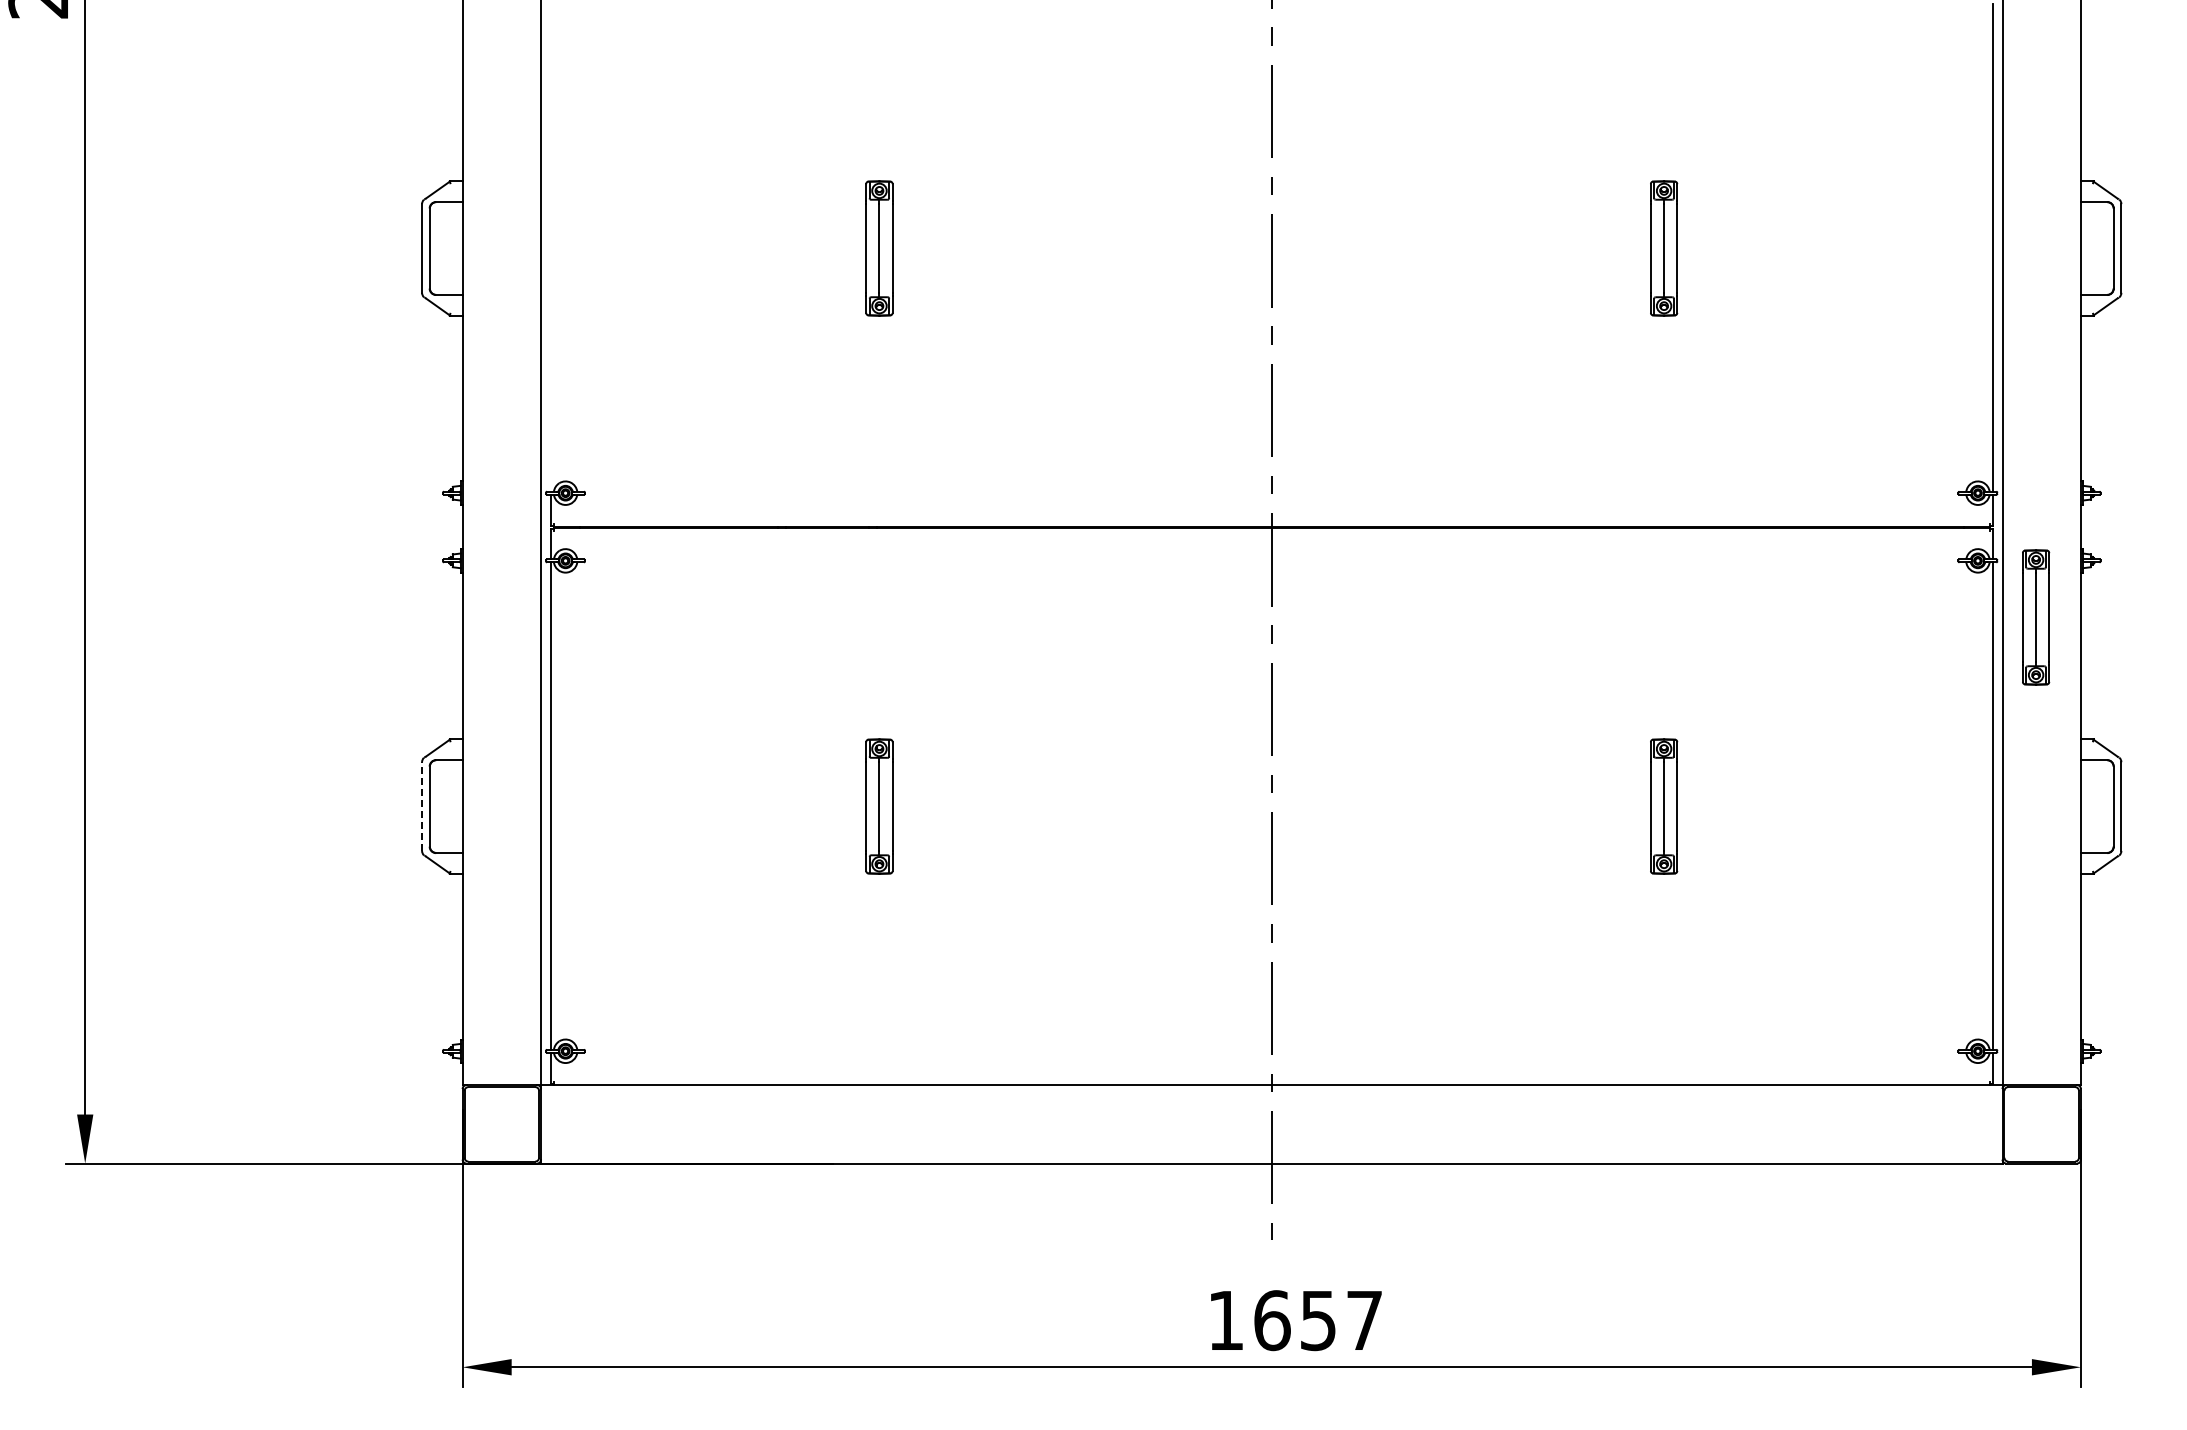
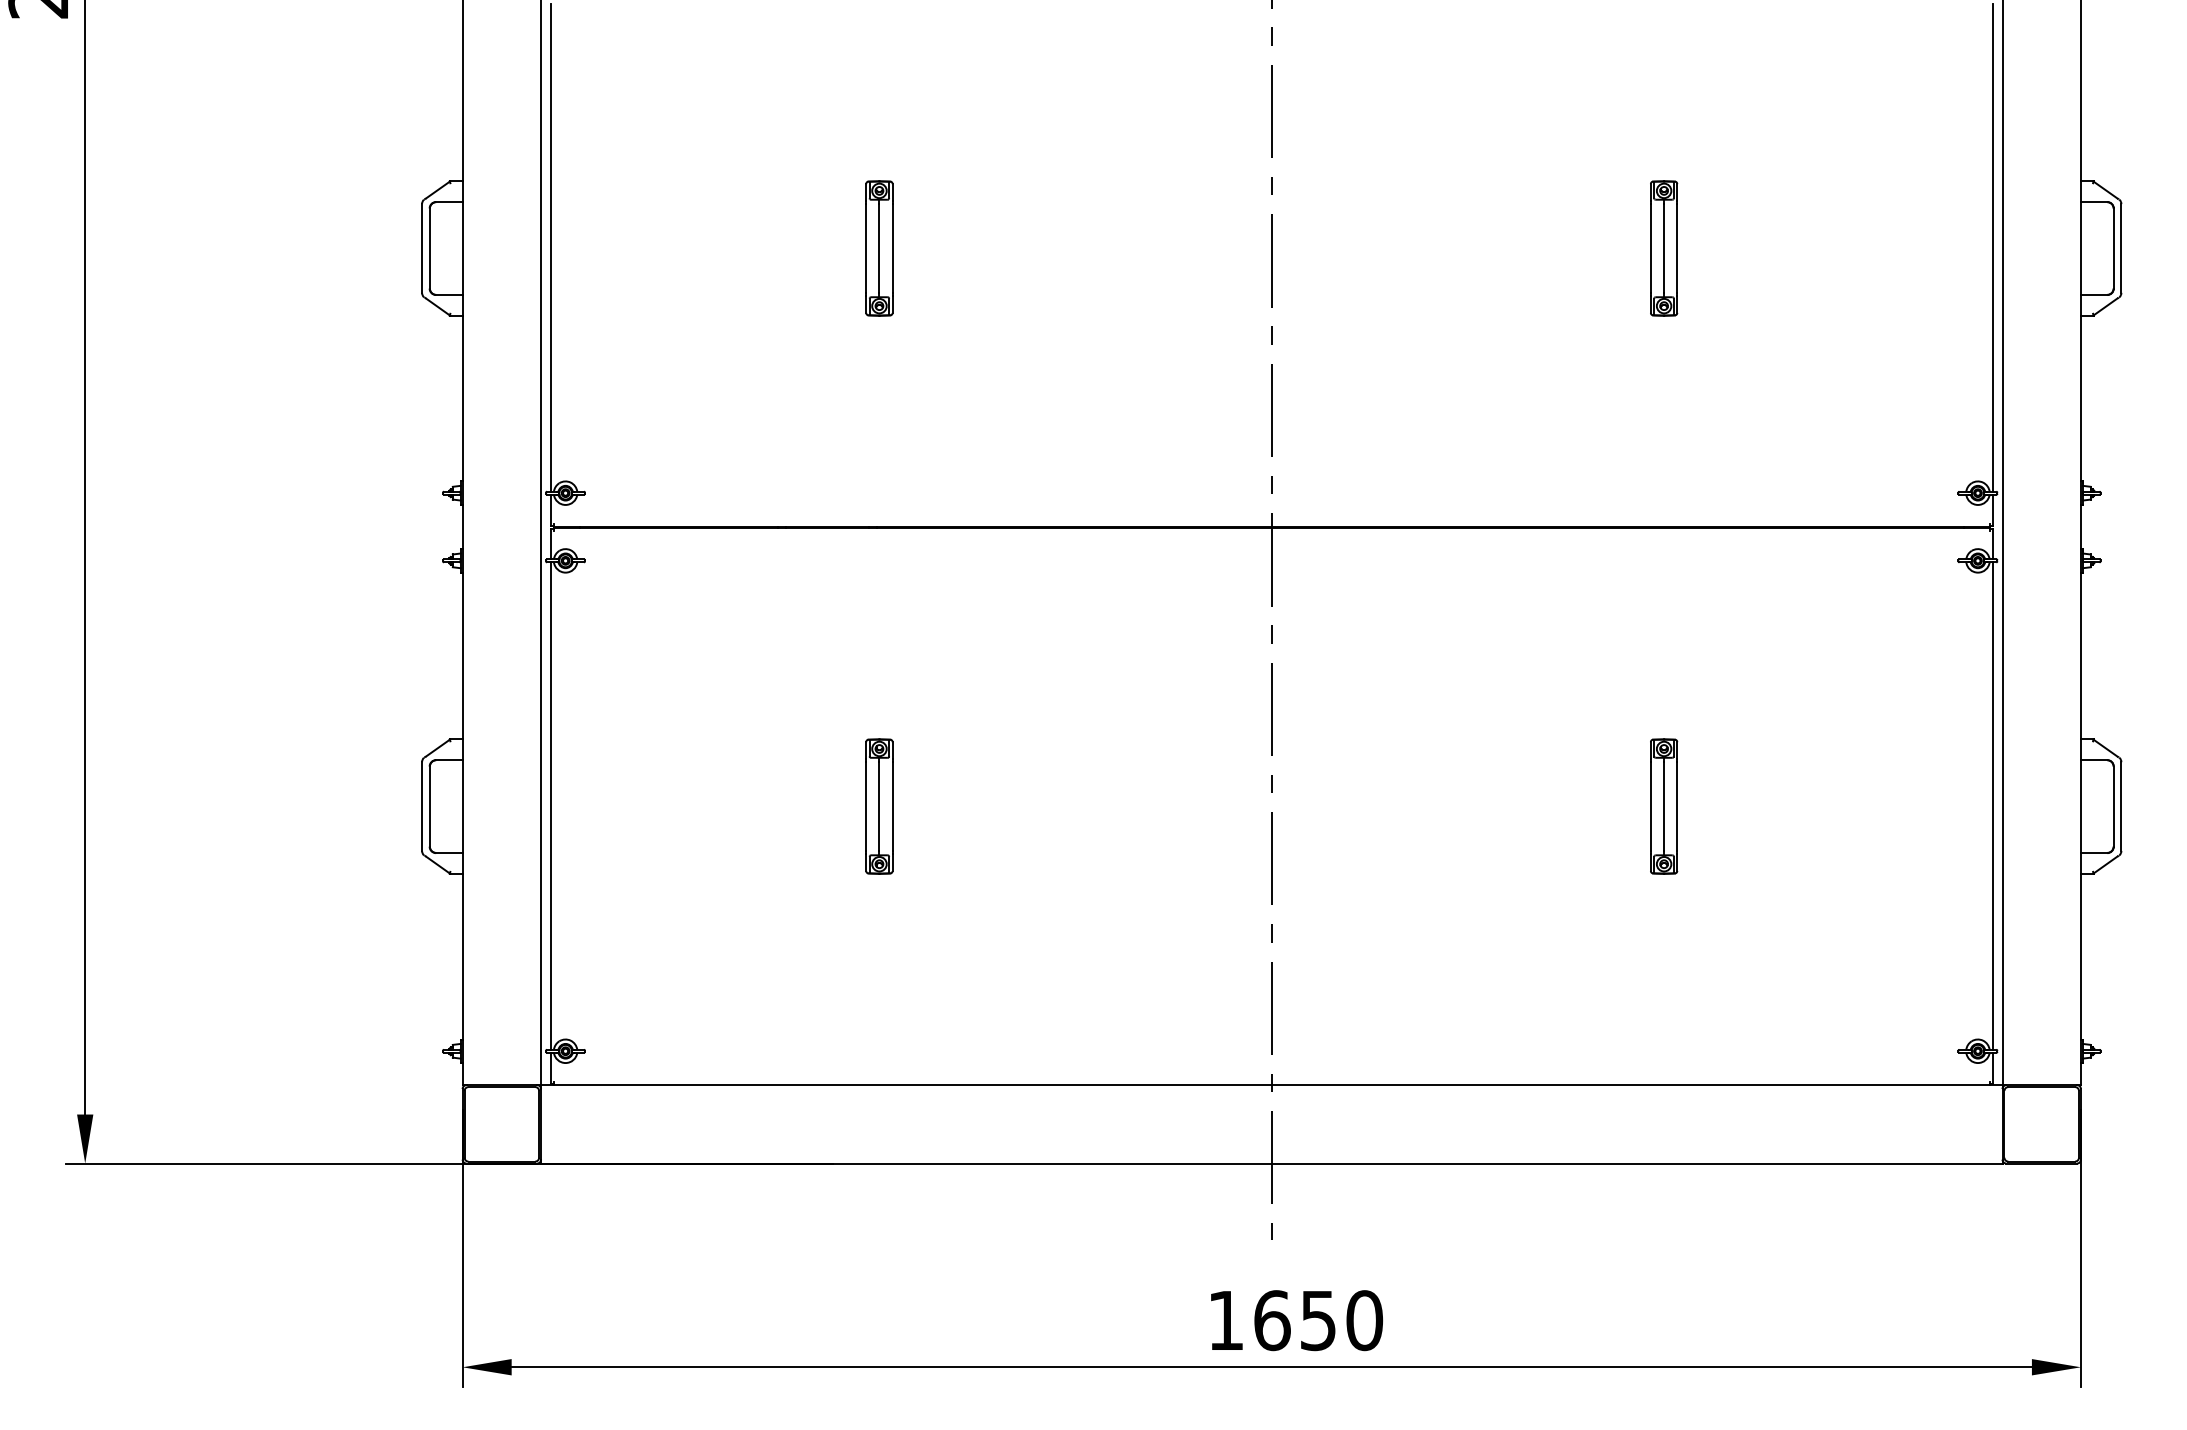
line at (550, 247): none -> present
part at (2036, 617): present -> none
line at (422, 806): dashed -> solid
text at (1364, 1320): 1657 -> 1650
